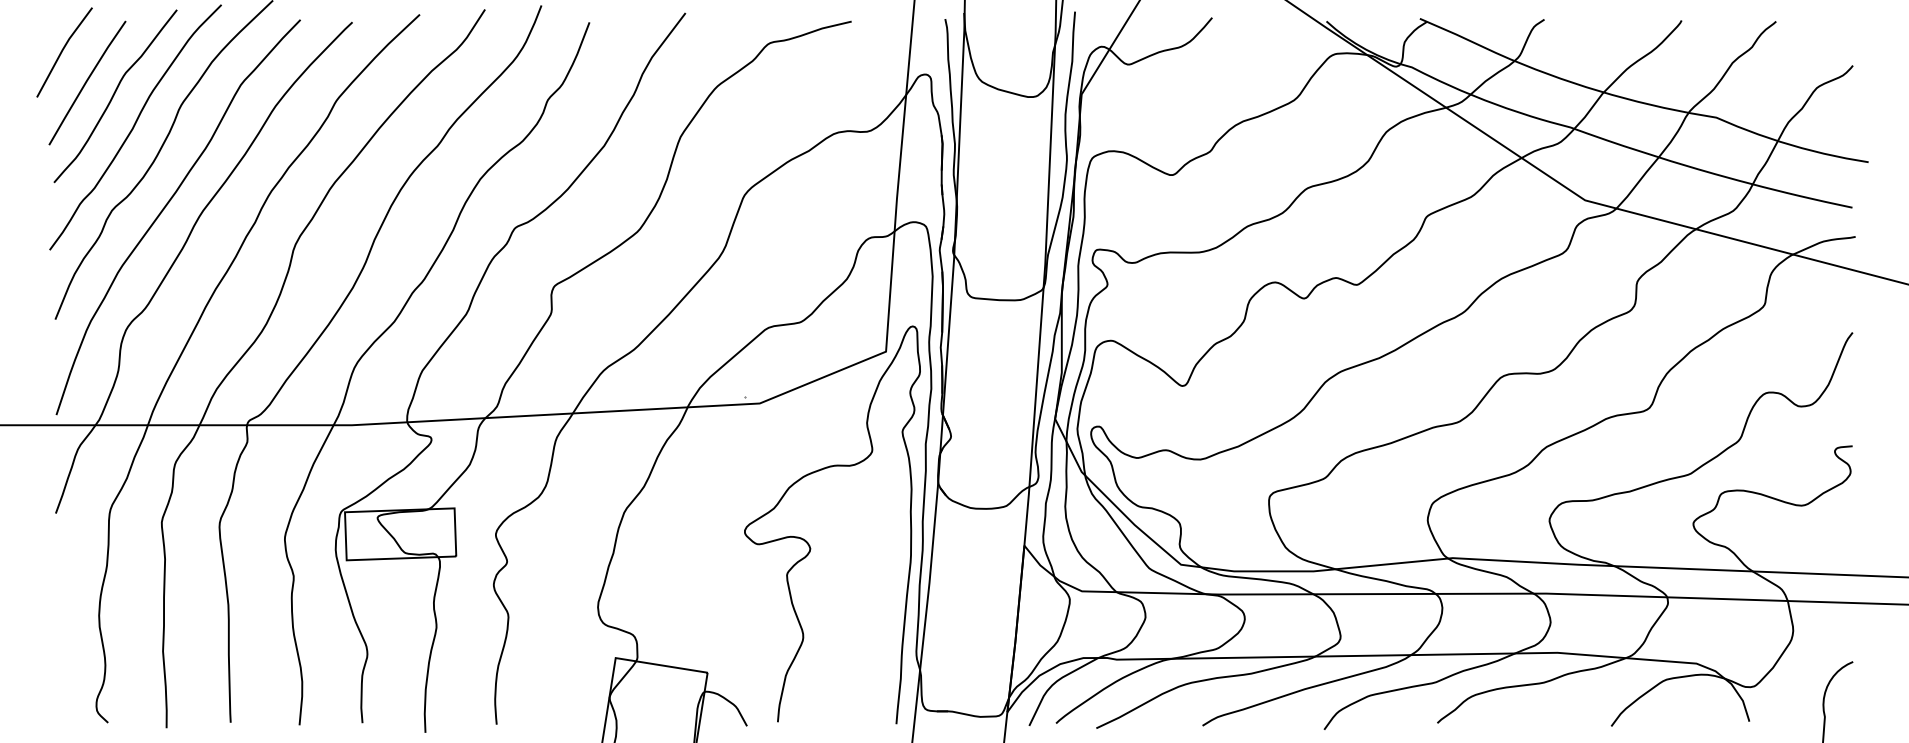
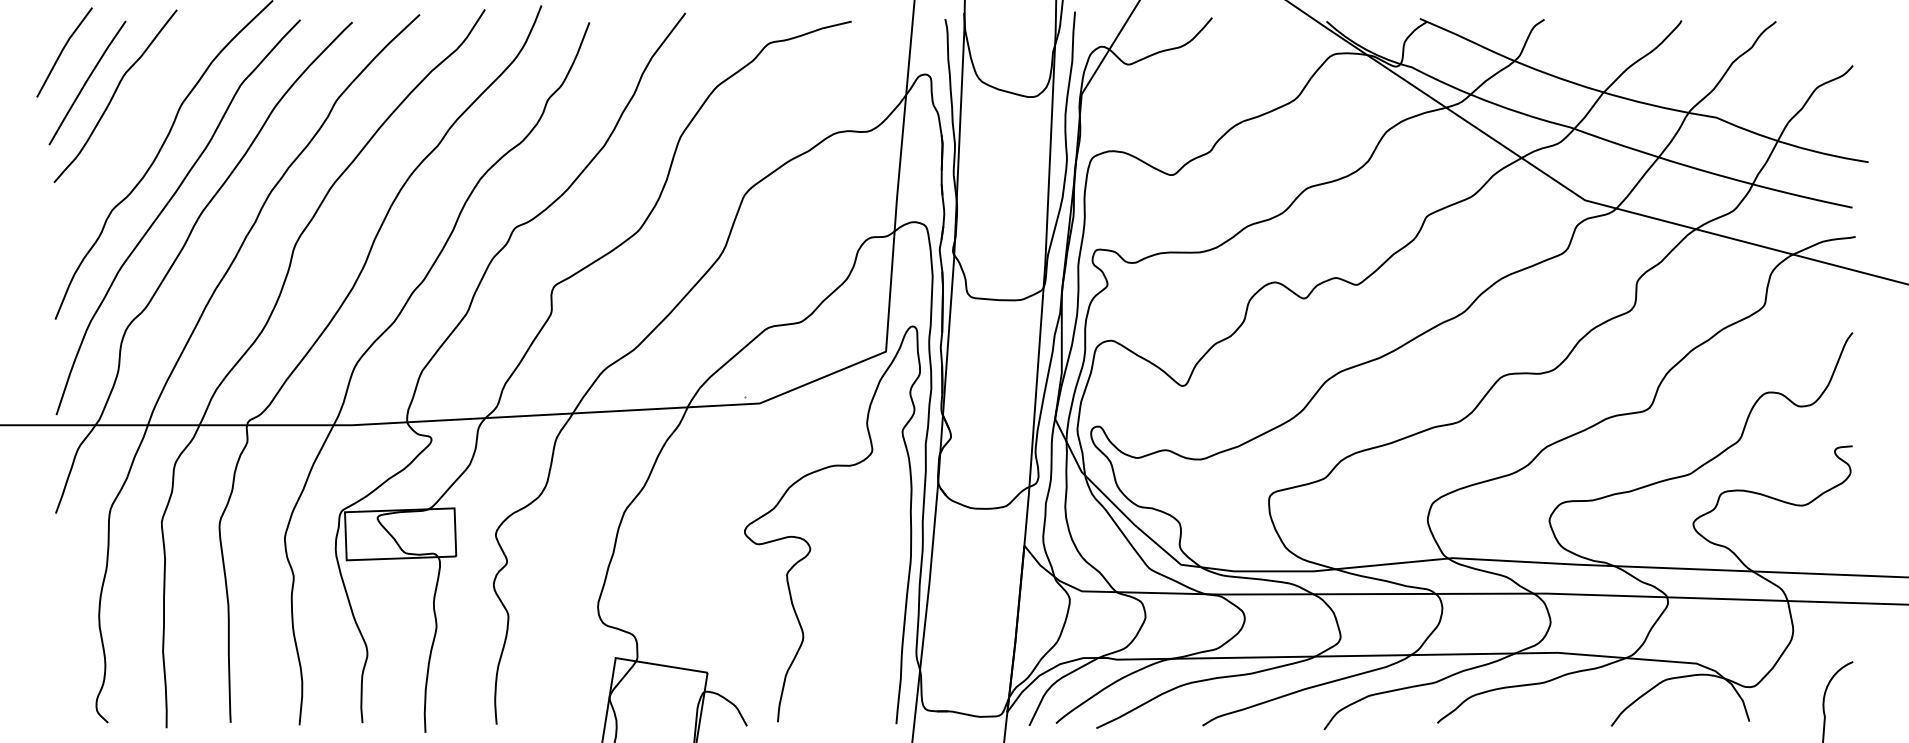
curve at (134, 127): present -> none
